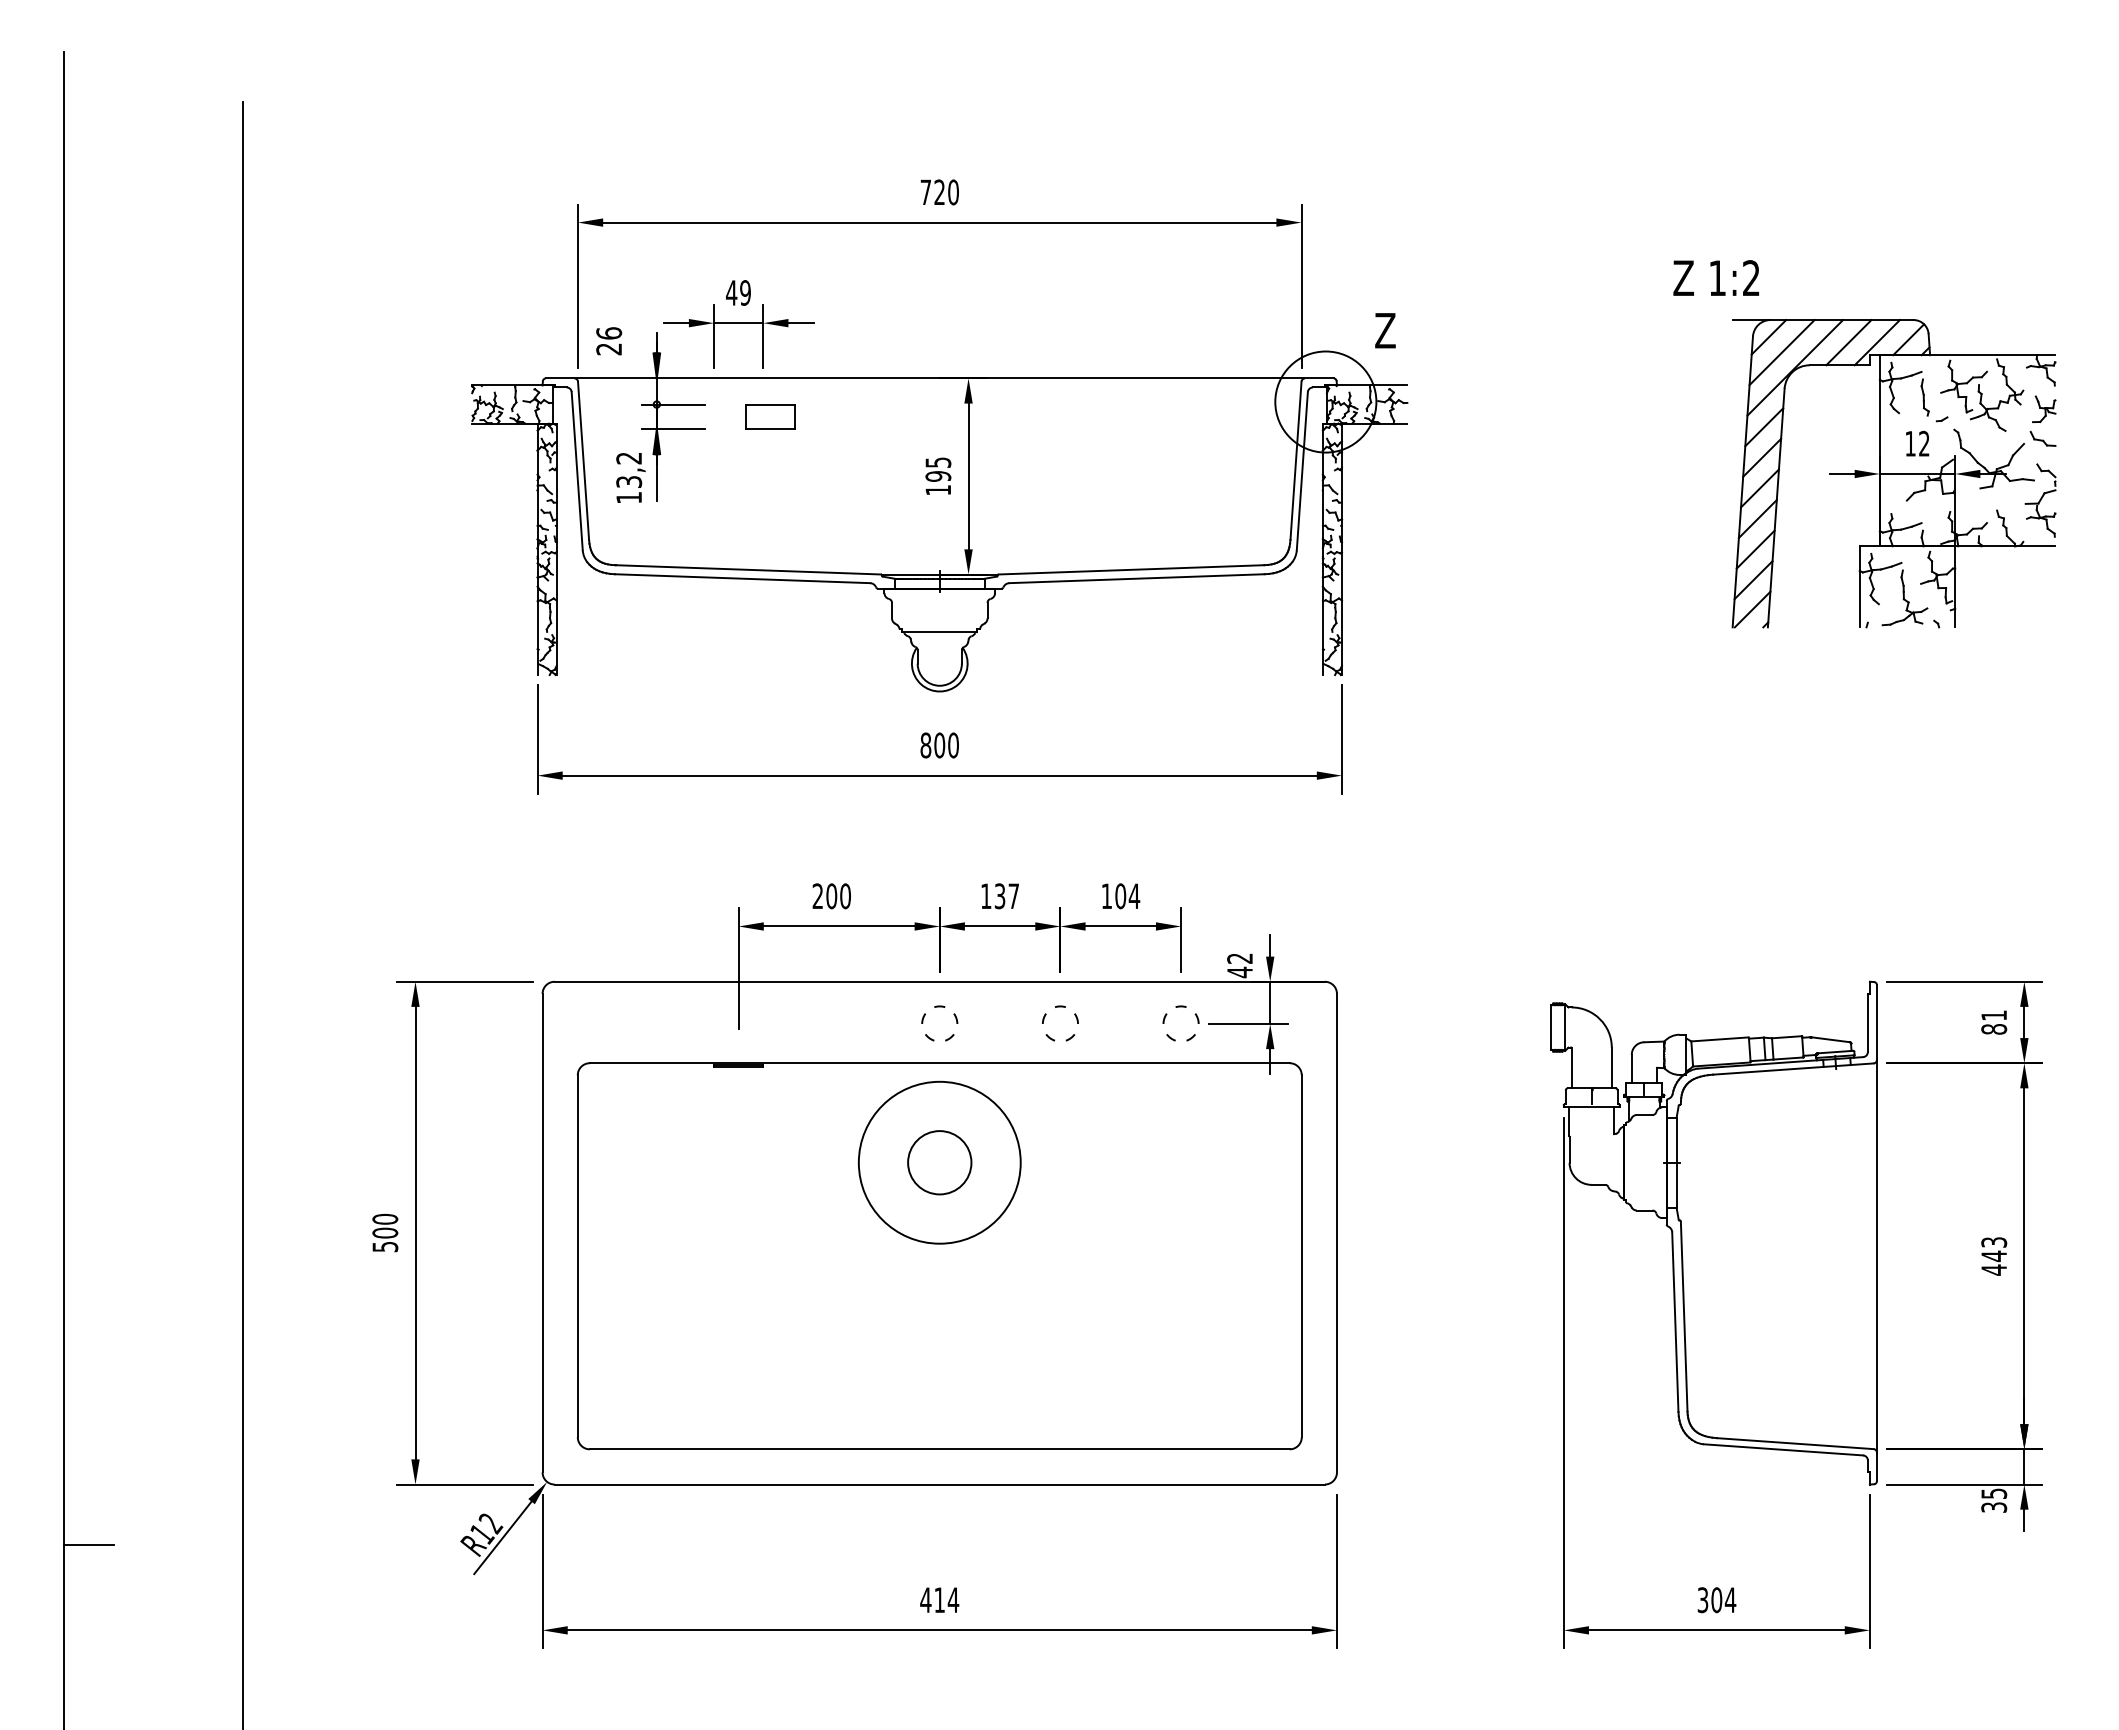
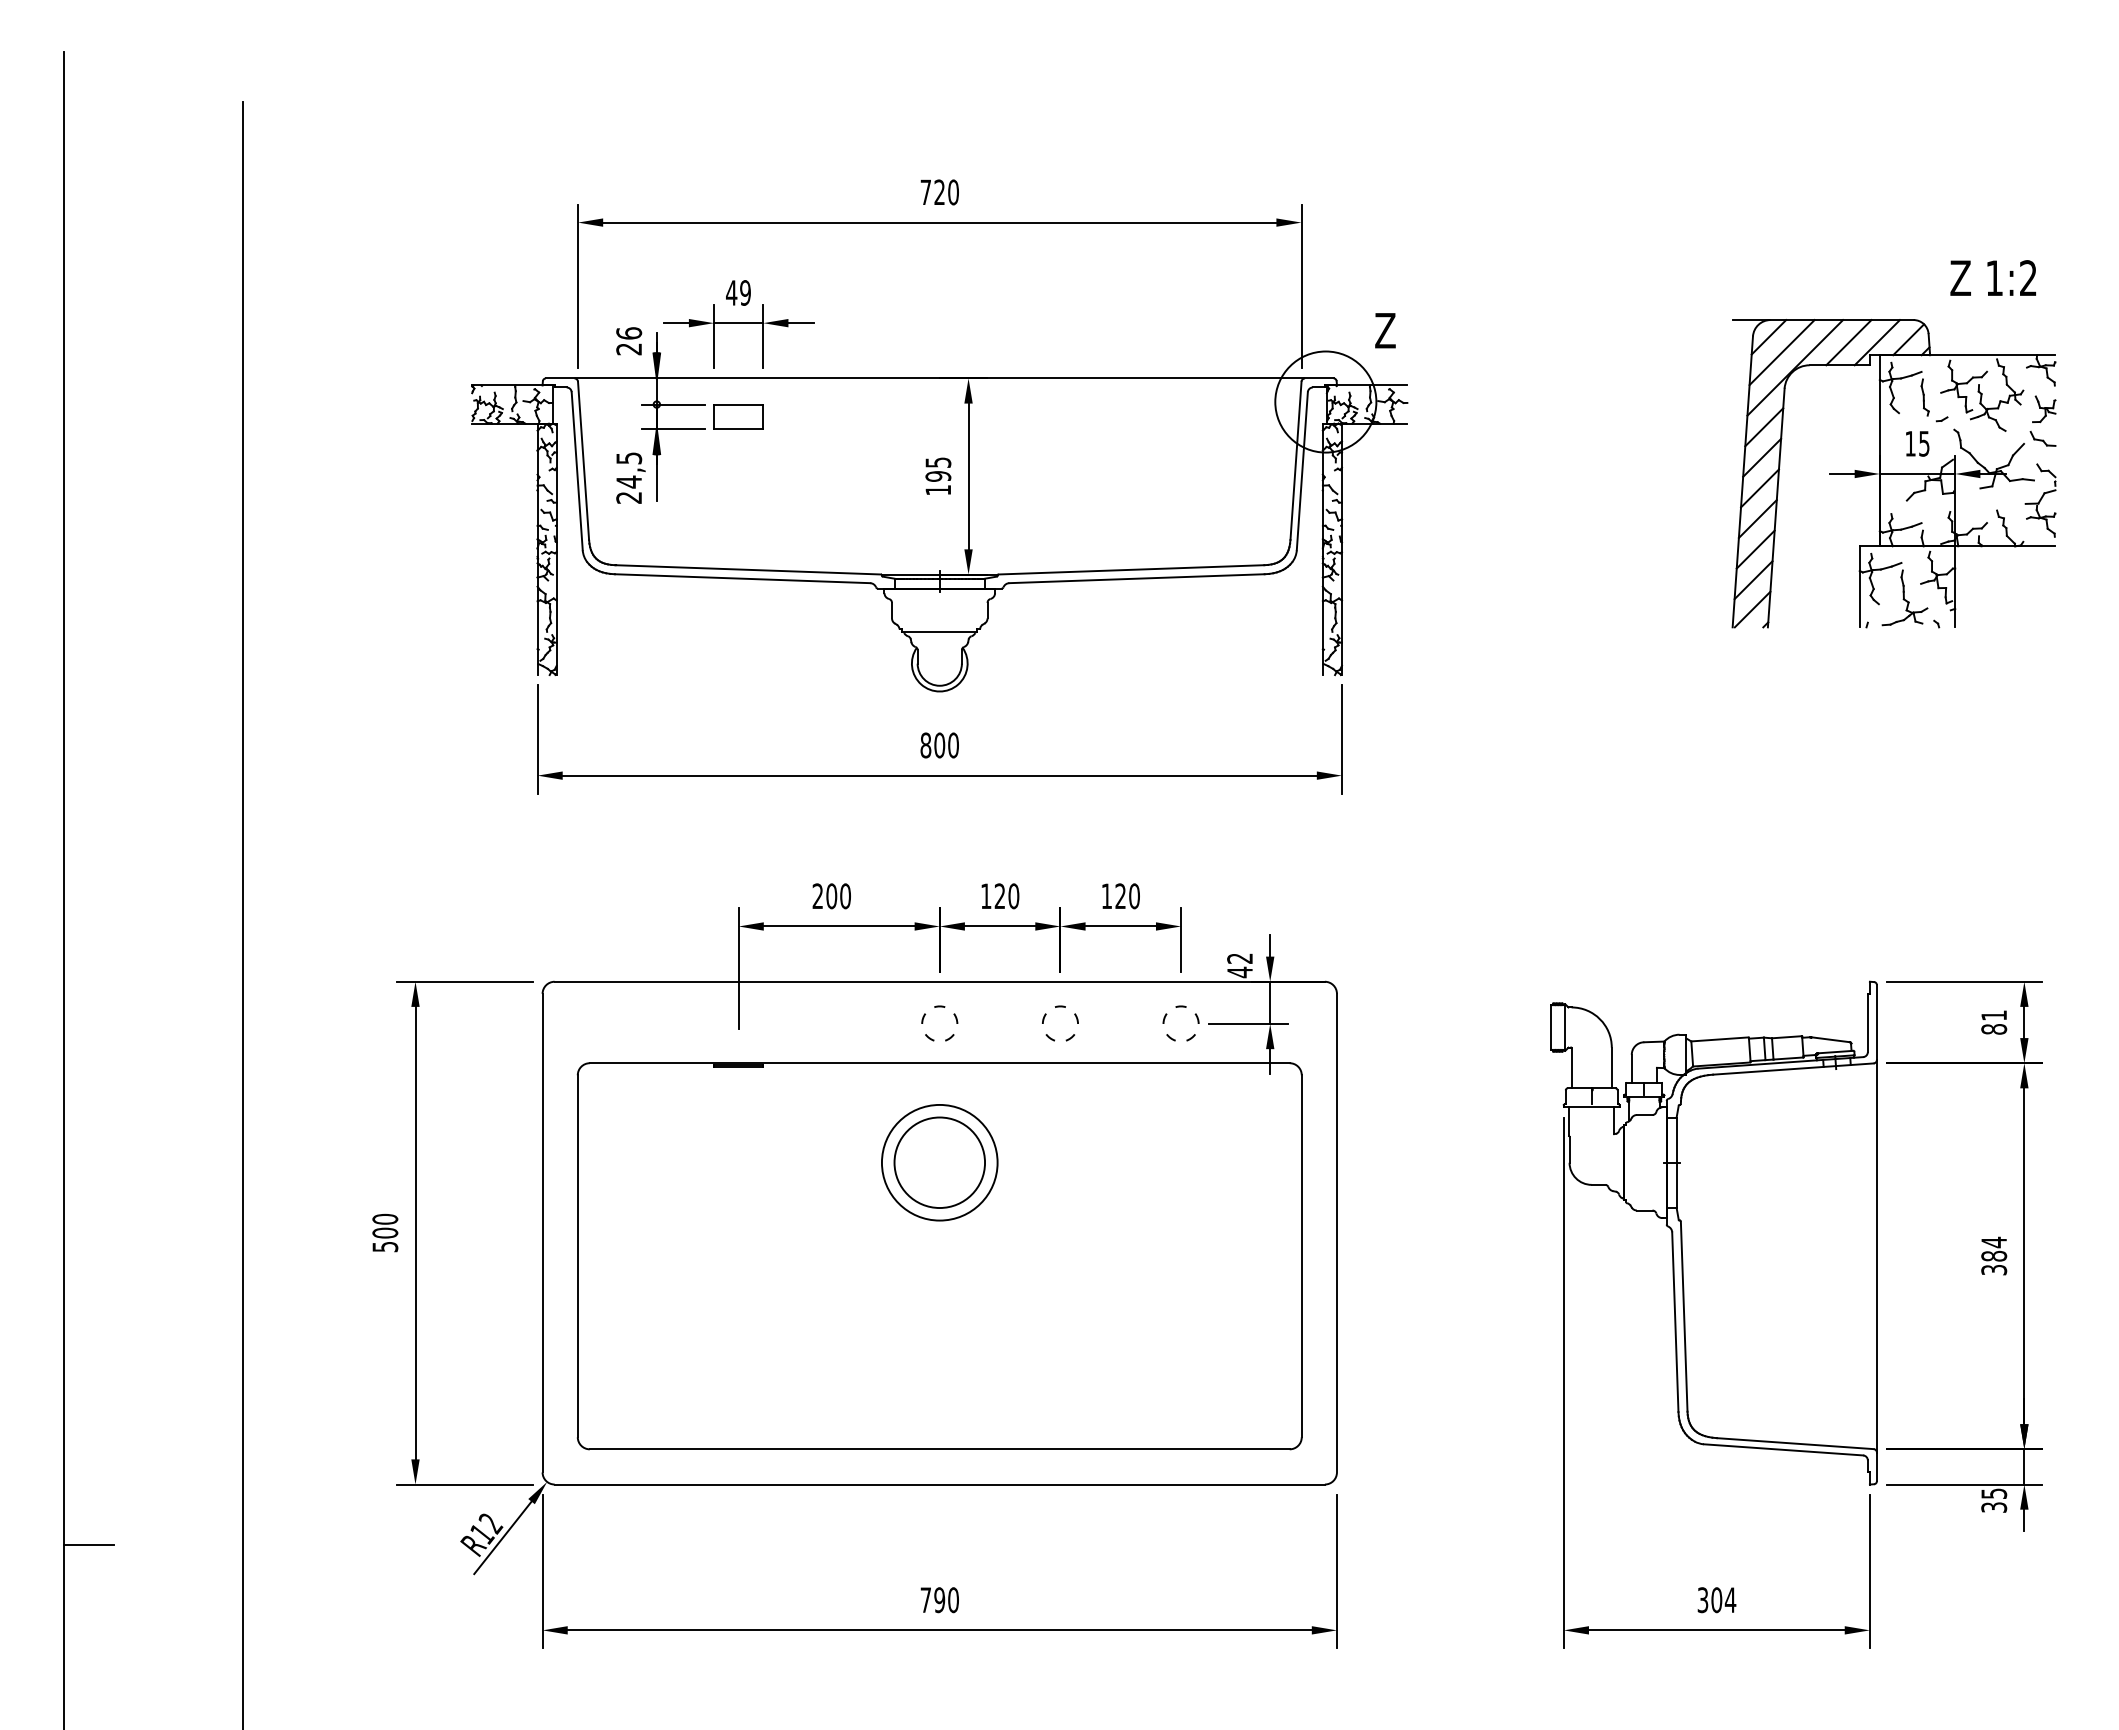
text at (1715, 277) position: (1715, 277) -> (1992, 277)
text at (609, 341) position: (609, 341) -> (629, 341)
part at (770, 416) position: (770, 416) -> (738, 416)
text at (1924, 443): 12 -> 15
text at (629, 477): 13,2 -> 24,5
text at (1006, 896): 137 -> 120
text at (1127, 896): 104 -> 120
circle at (939, 1162) diameter: 162 px -> 116 px
circle at (939, 1162) diameter: 63 px -> 90 px
text at (1994, 1255): 443 -> 384
text at (939, 1600): 414 -> 790
